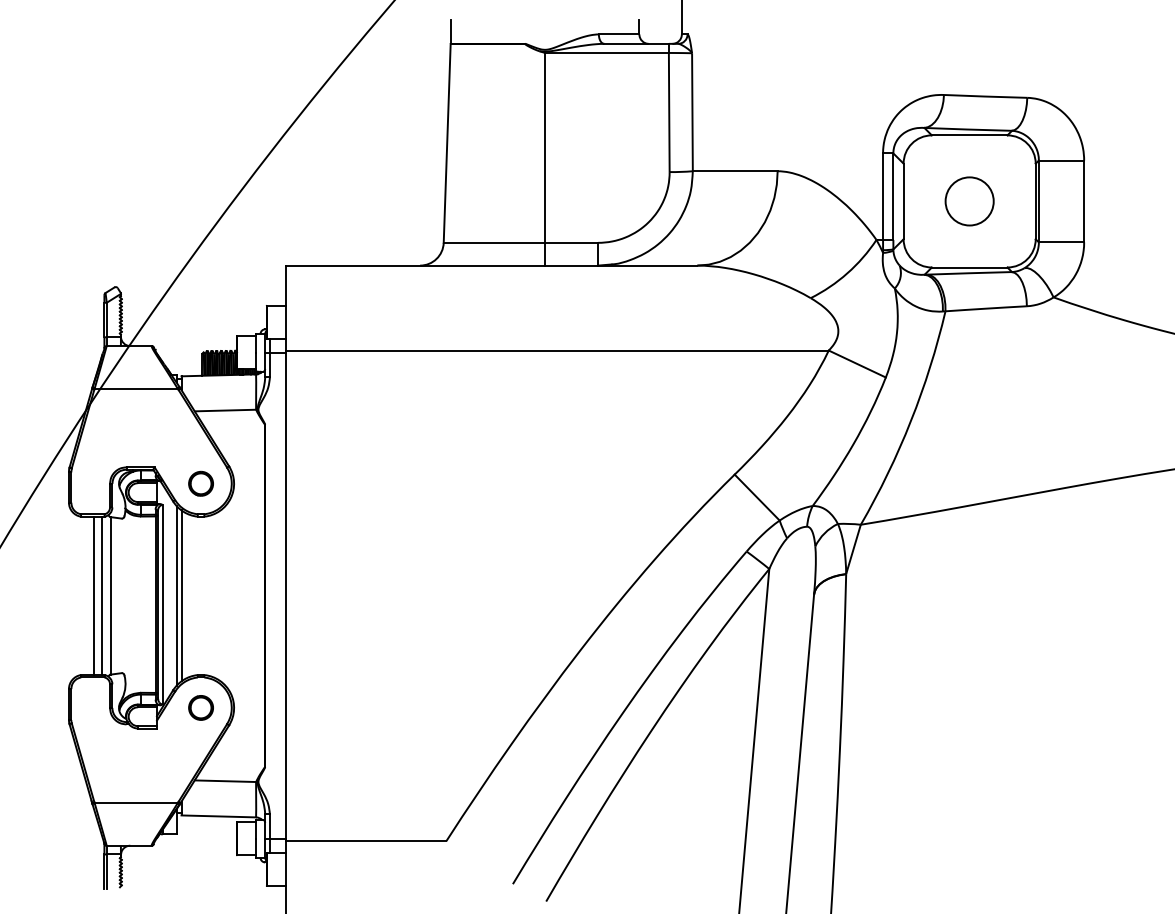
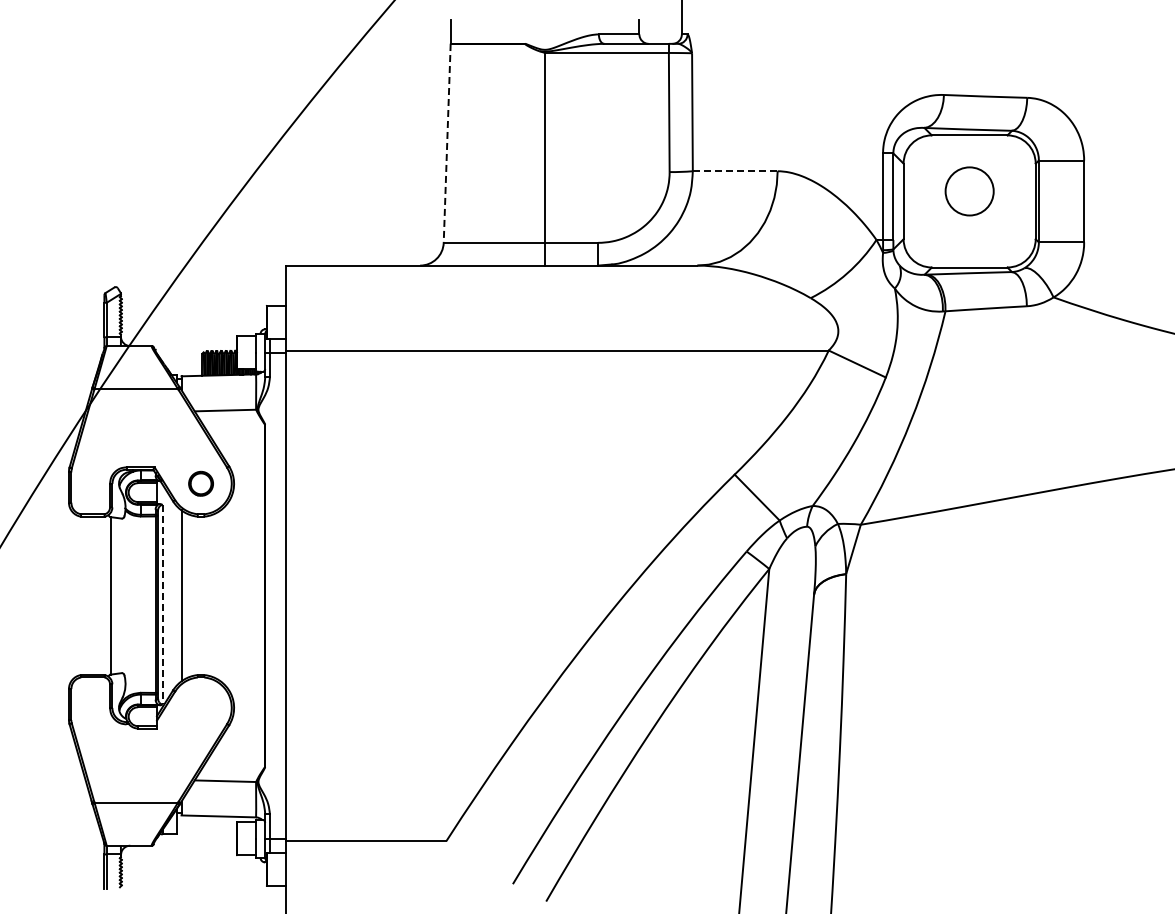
line at (447, 143): solid -> dashed
line at (735, 171): solid -> dashed
circle at (969, 201) position: (969, 201) -> (969, 191)
line at (94, 595): present -> none
line at (102, 595): present -> none
line at (176, 595): present -> none
line at (162, 604): solid -> dashed
circle at (200, 707): present -> none
